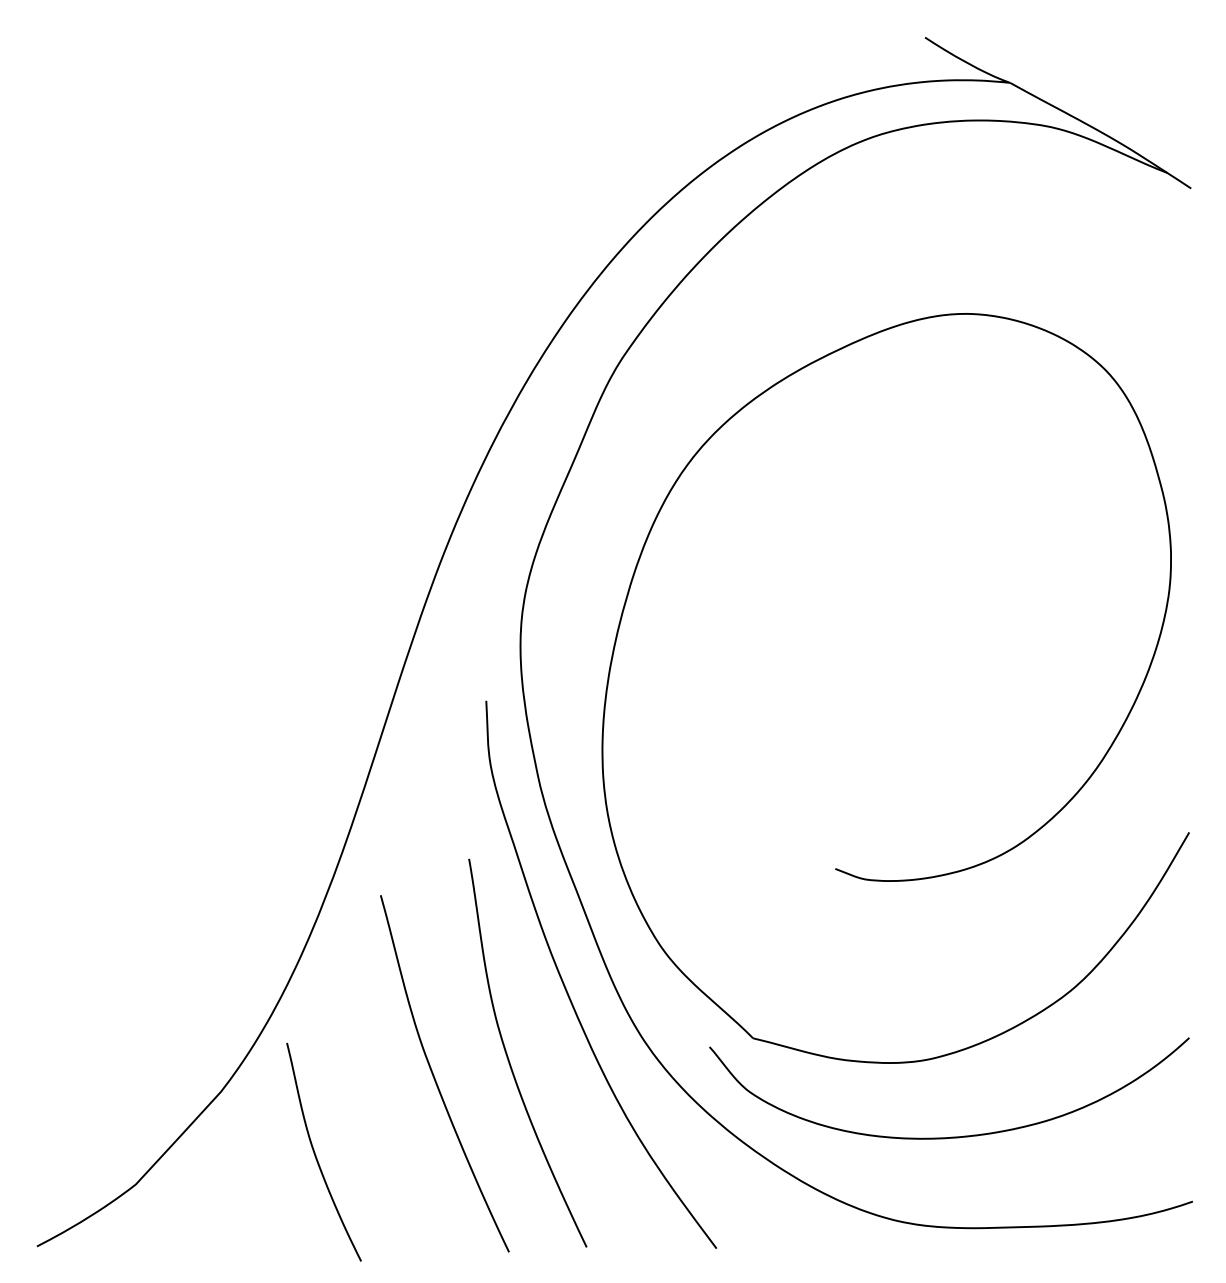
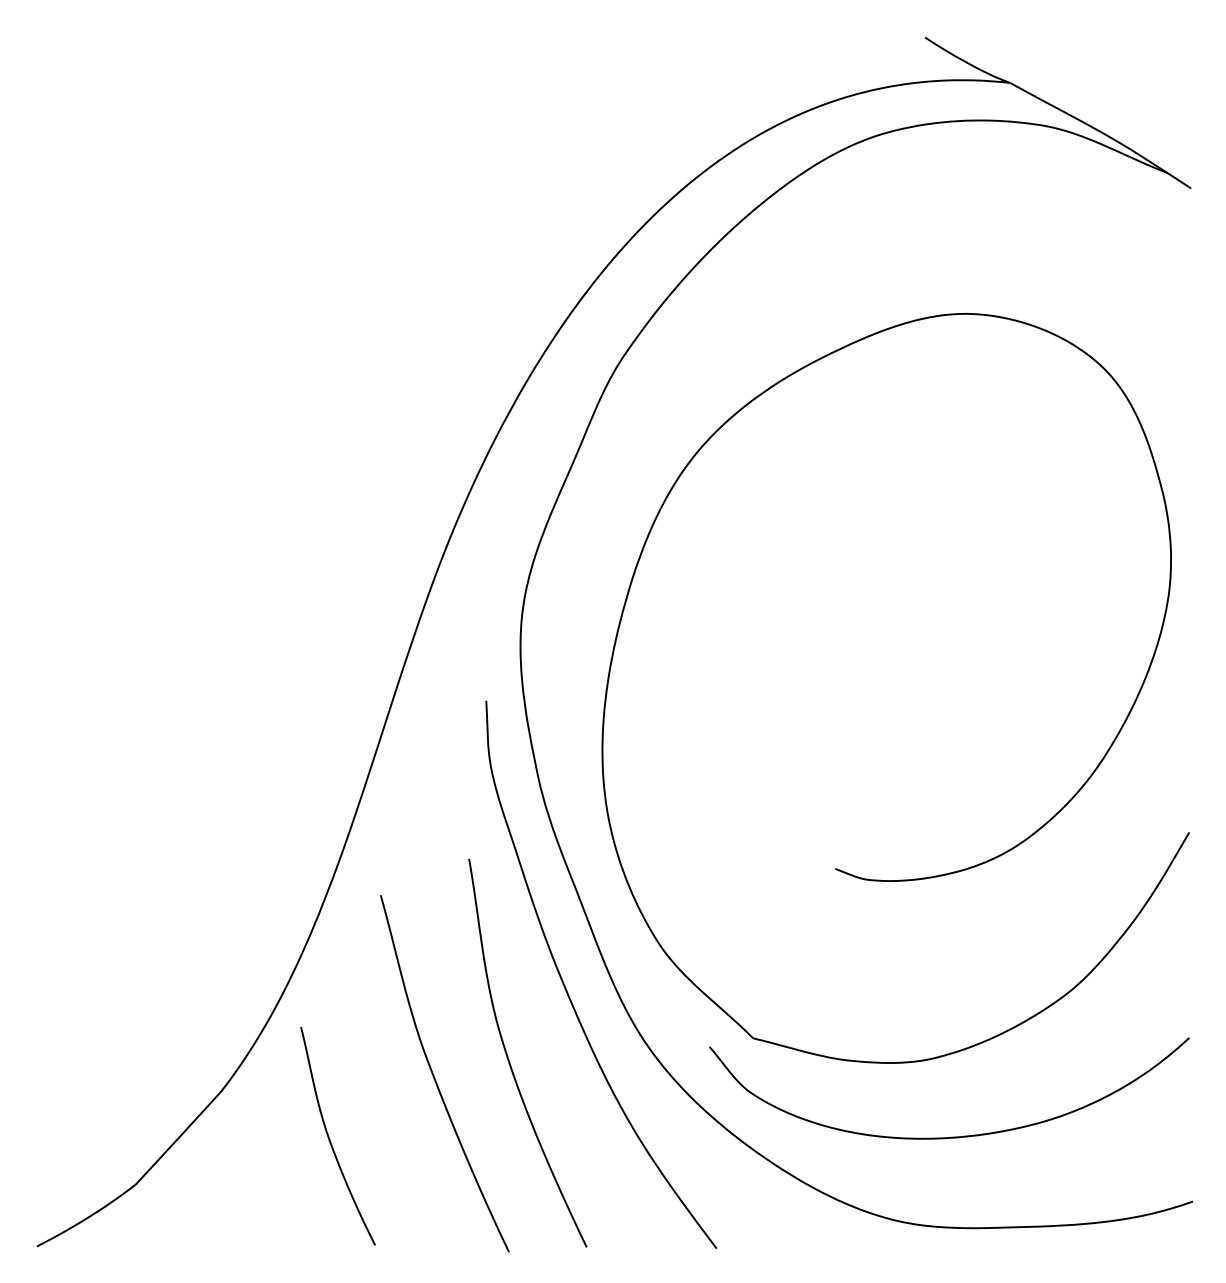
curve at (315, 1152) position: (315, 1152) -> (329, 1136)
